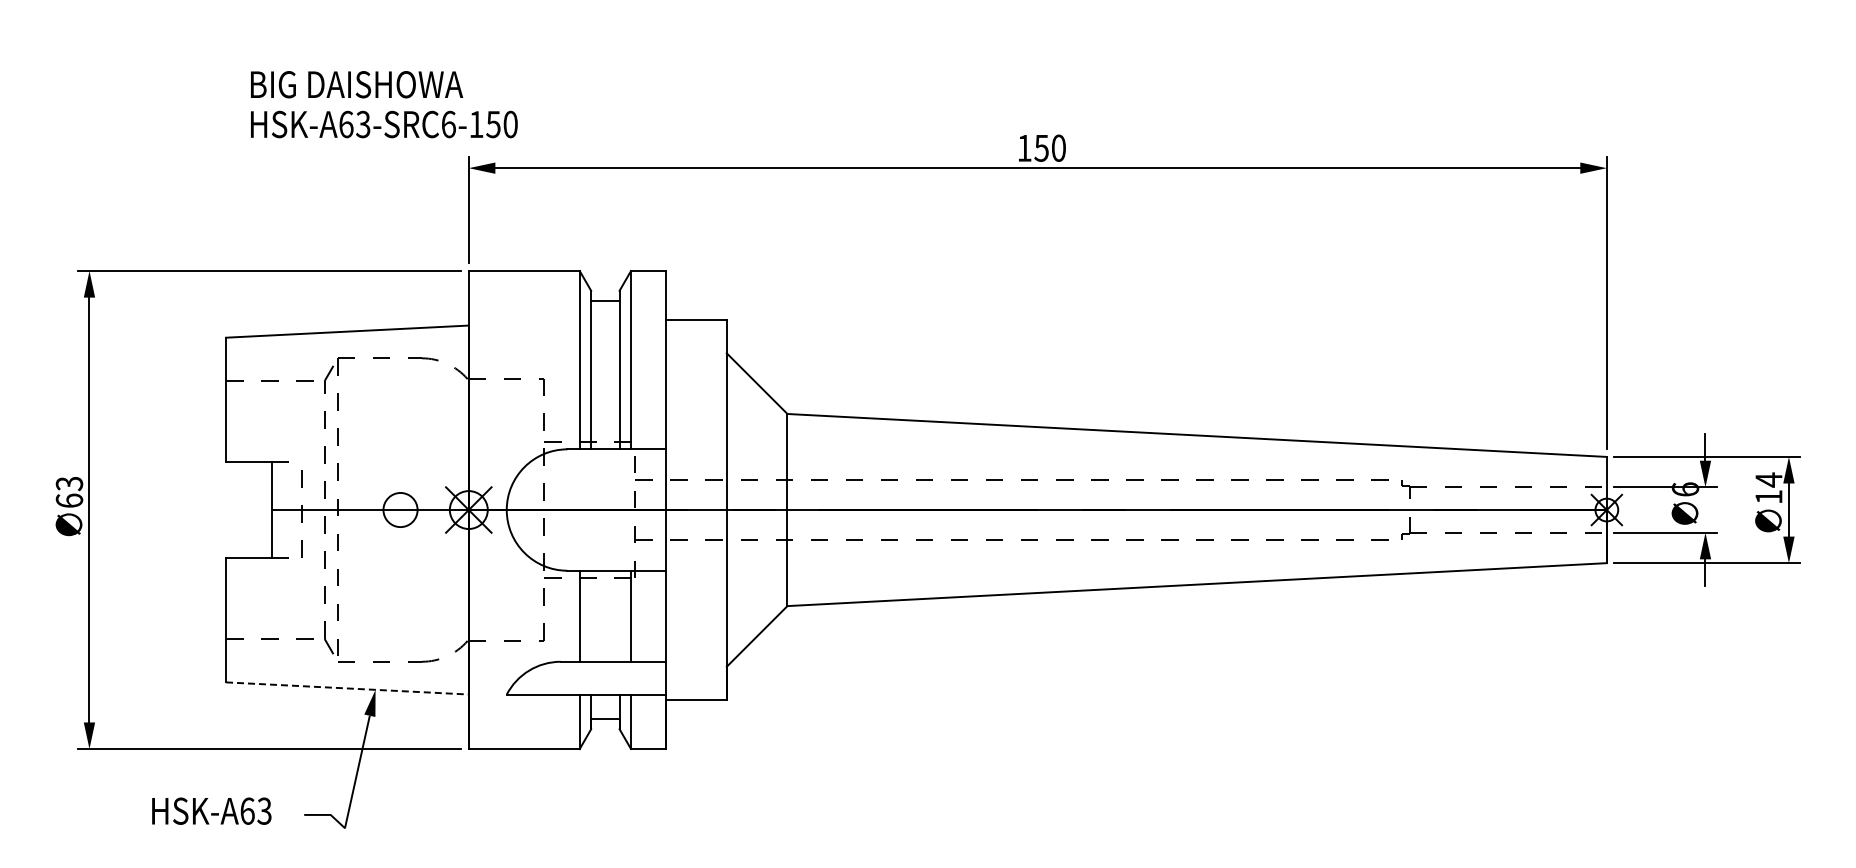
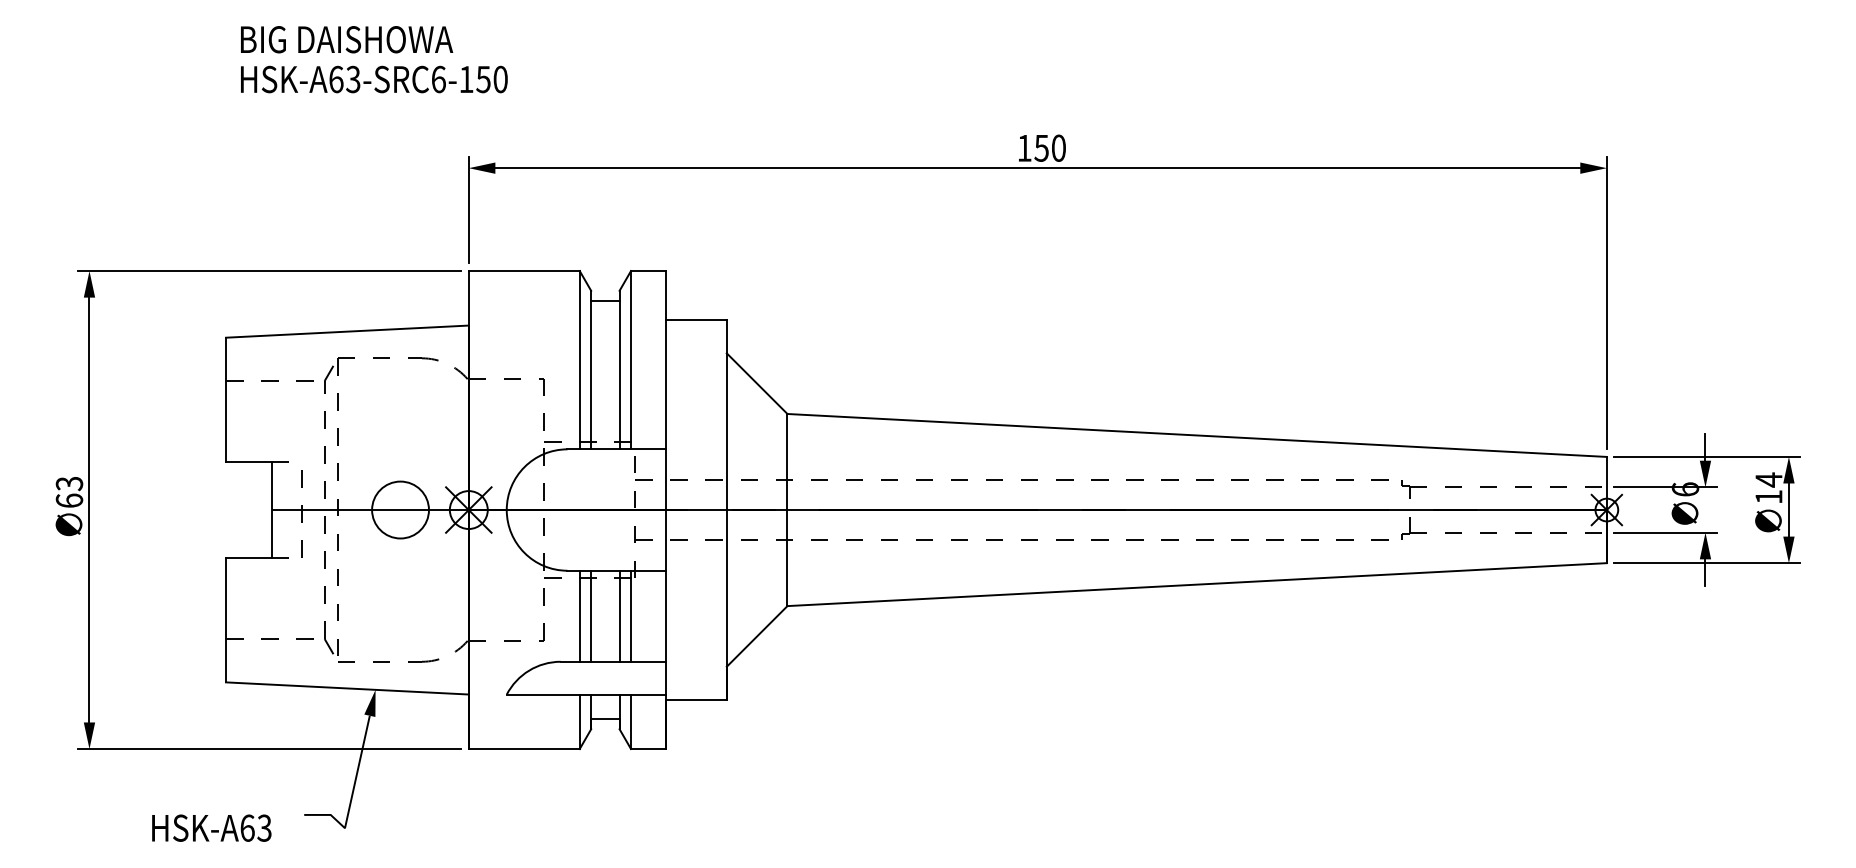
text at (384, 104) position: (384, 104) -> (374, 59)
circle at (400, 509) diameter: 34 px -> 57 px
line at (591, 615): none -> present
line at (619, 615): none -> present
line at (347, 688): dashed -> solid
text at (211, 810) position: (211, 810) -> (211, 827)
